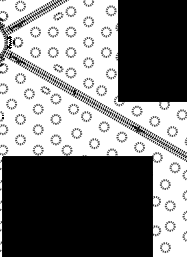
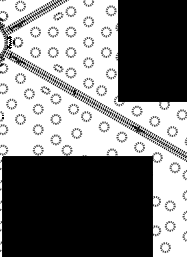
circle at (20, 139): present -> none
circle at (94, 143): present -> none
circle at (165, 184): present -> none
